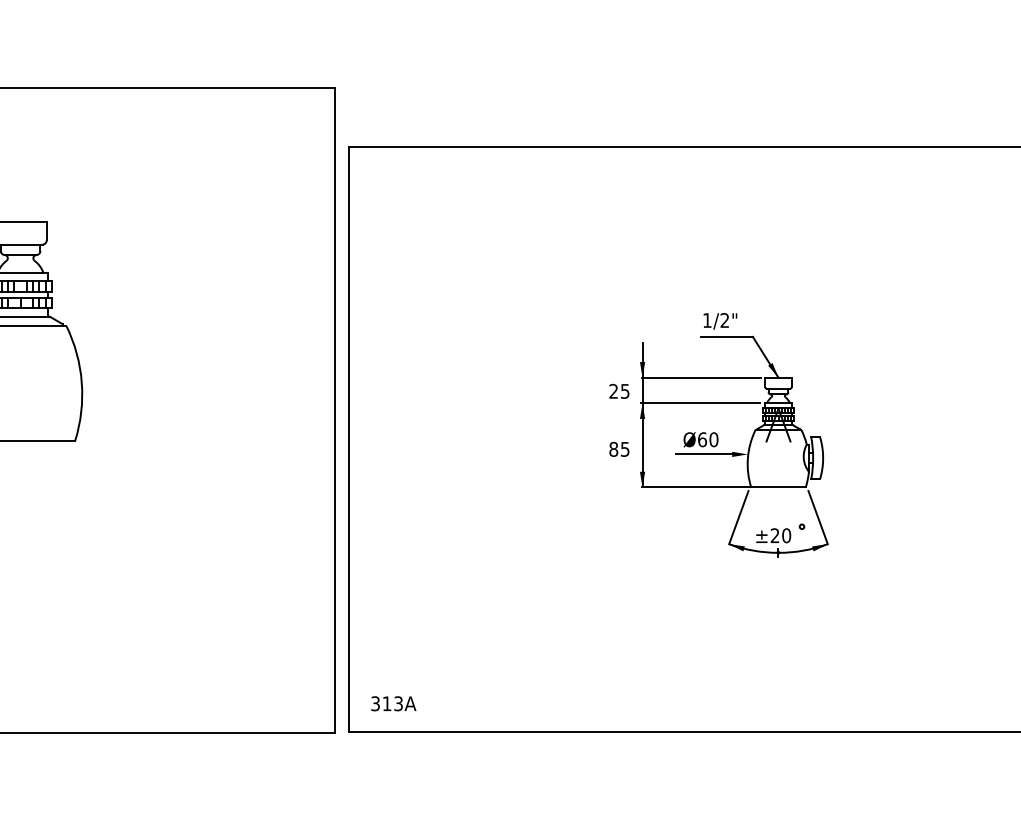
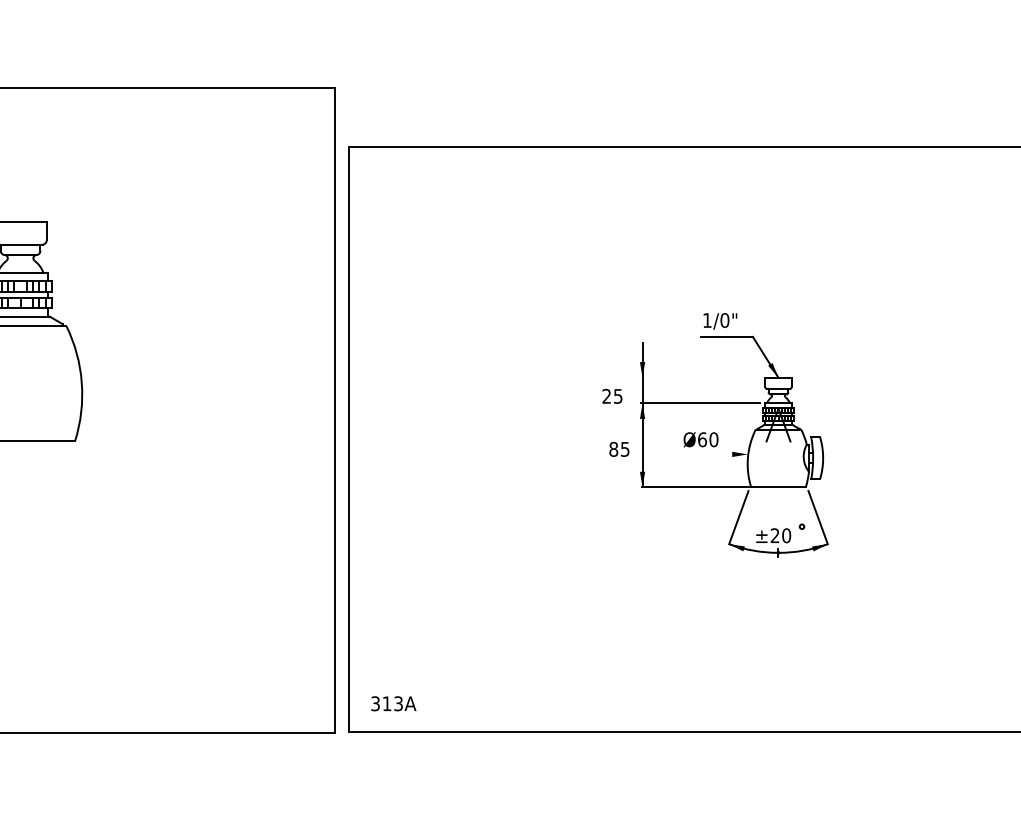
text at (724, 320): 1/2" -> 1/0"
line at (701, 377): present -> none
text at (619, 390) position: (619, 390) -> (612, 395)
line at (704, 454): present -> none
